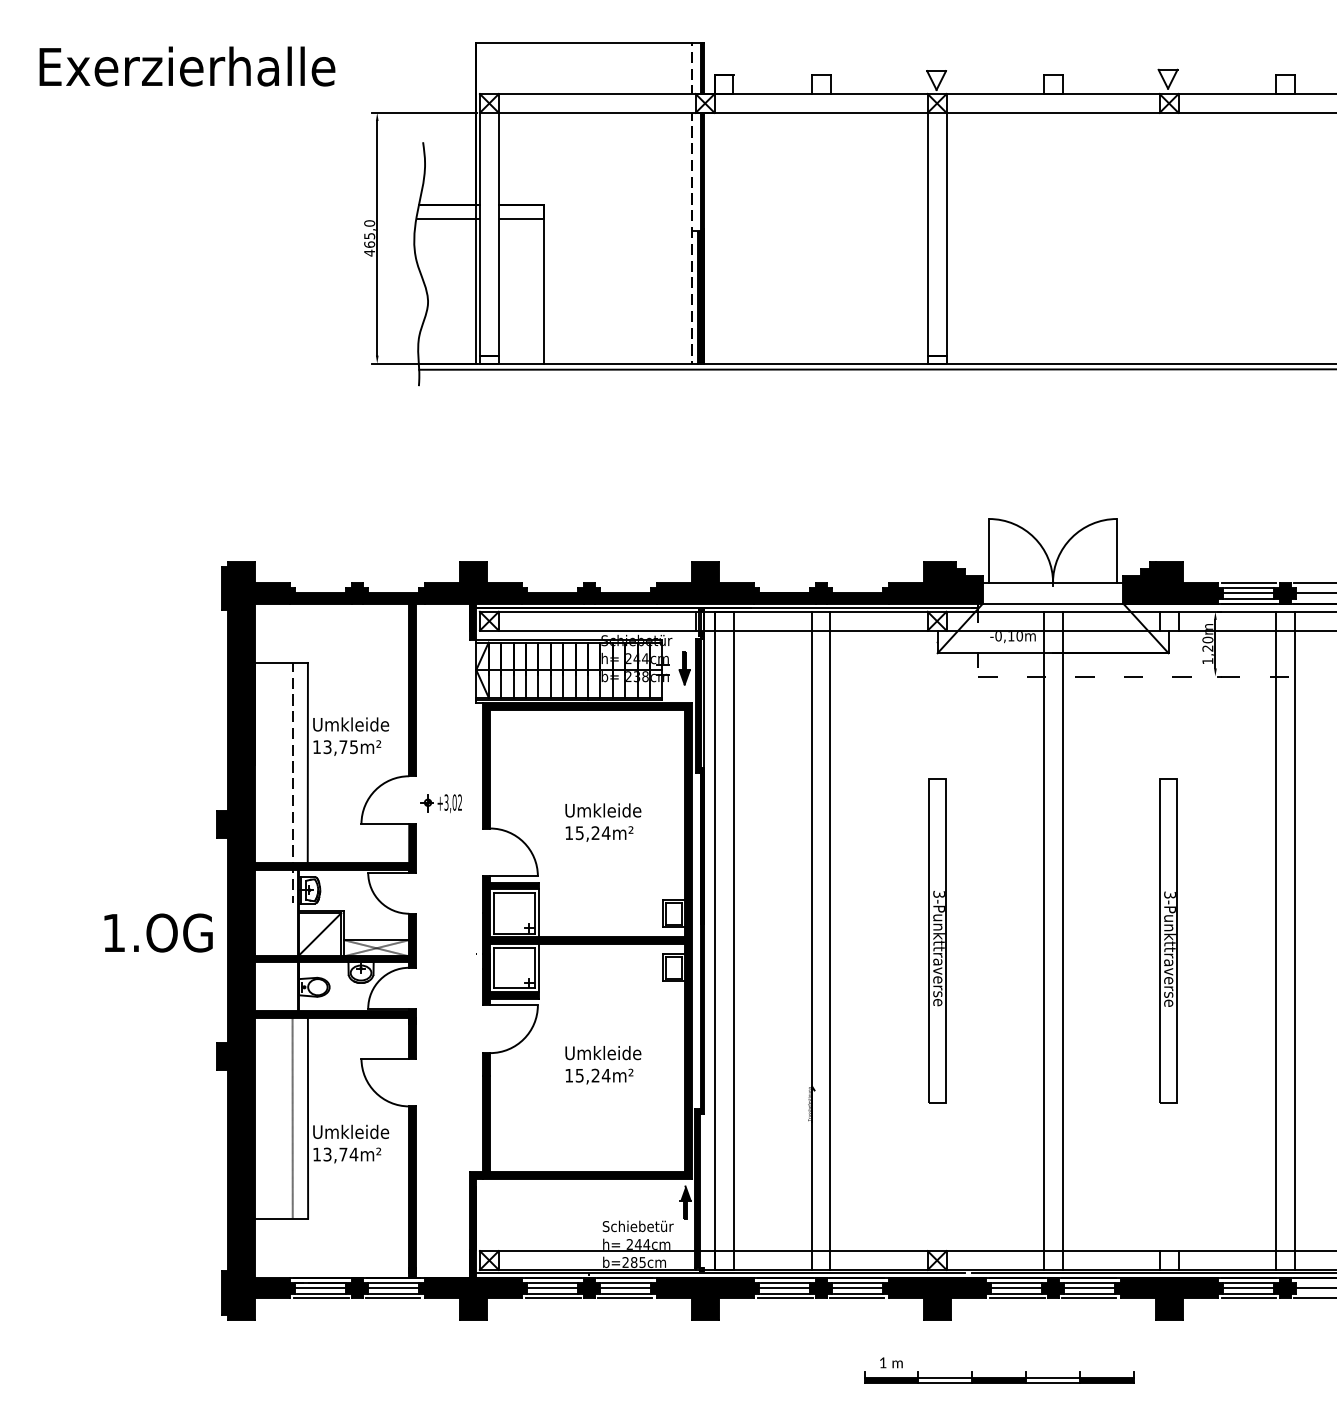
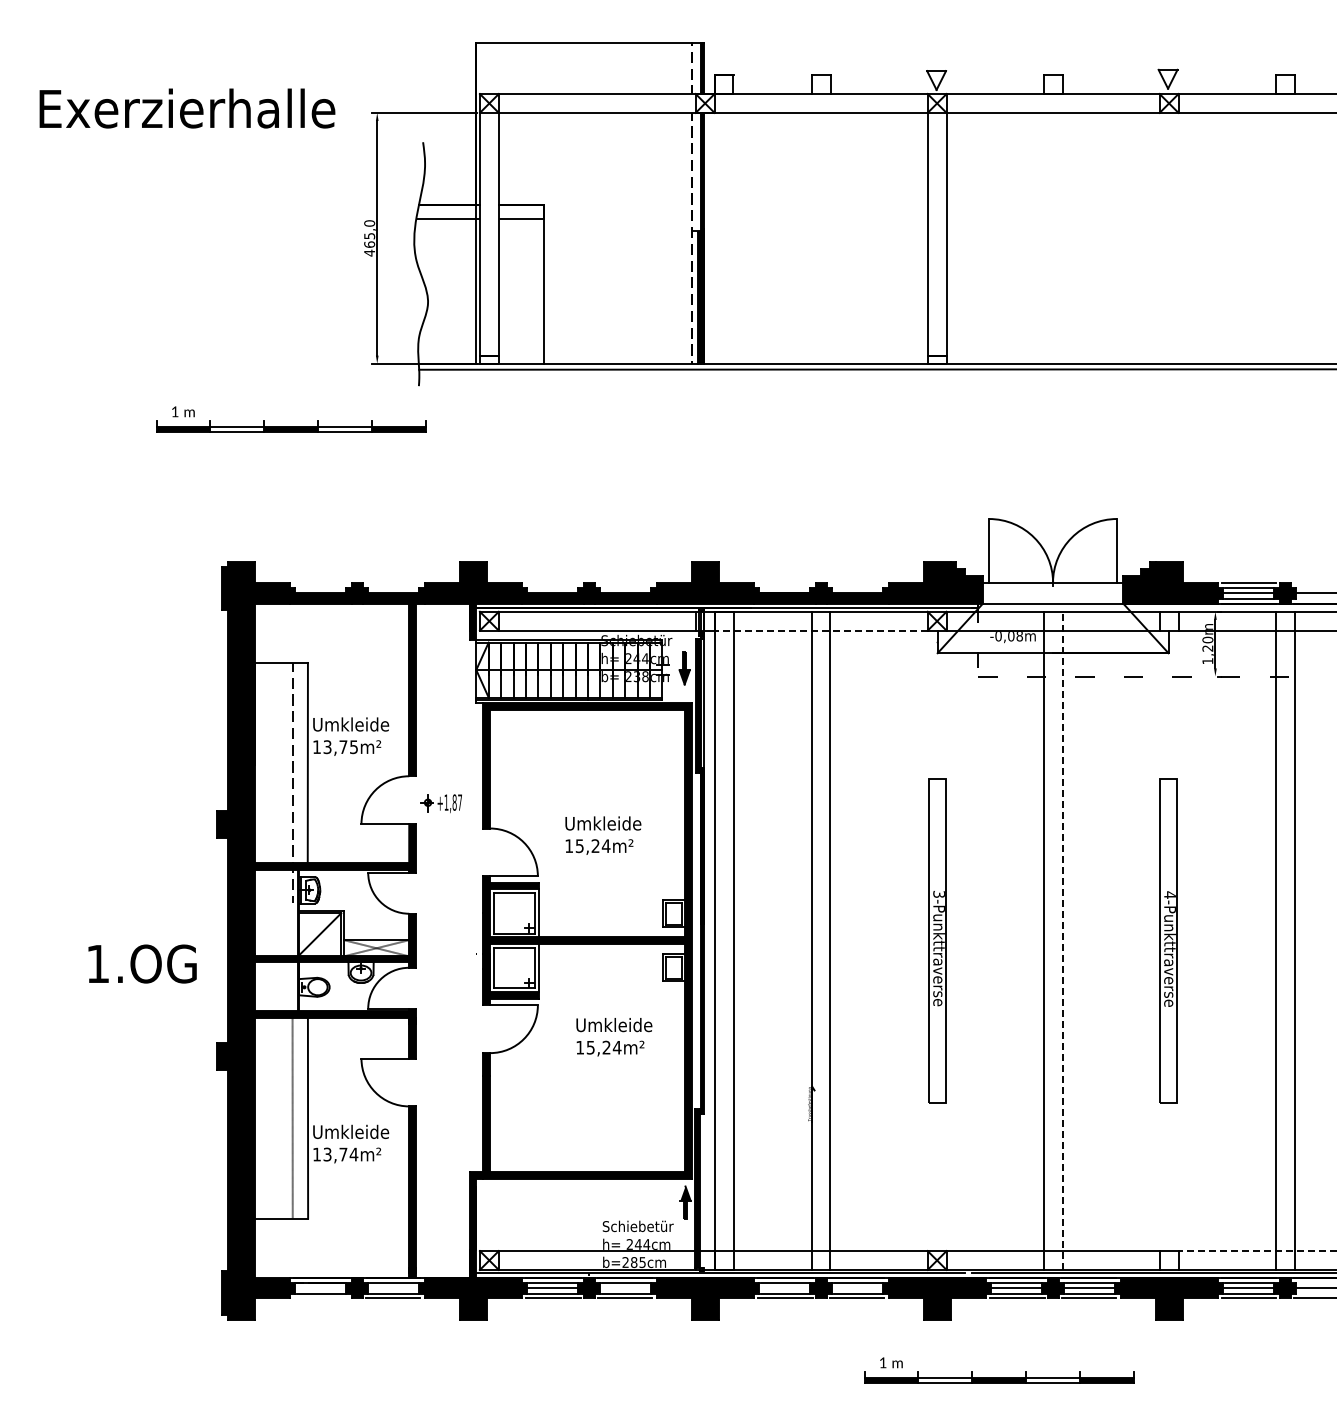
text at (187, 66) position: (187, 66) -> (187, 108)
part at (291, 426): none -> present
line at (1313, 583): present -> none
line at (821, 630): solid -> dashed
text at (1015, 636): -0,10m -> -0,08m
text at (452, 802): +3,02 -> +1,87
text at (603, 822) position: (603, 822) -> (603, 835)
text at (1169, 894): 3-Punkttraverse -> 4-Punkttraverse
text at (158, 932) position: (158, 932) -> (142, 963)
line at (1062, 940): solid -> dashed
text at (603, 1065) position: (603, 1065) -> (614, 1037)
line at (1257, 1251): solid -> dashed
line at (320, 1288): present -> none
line at (393, 1288): present -> none
line at (625, 1288): present -> none
line at (784, 1288): present -> none
line at (857, 1288): present -> none
line at (321, 1298): present -> none
